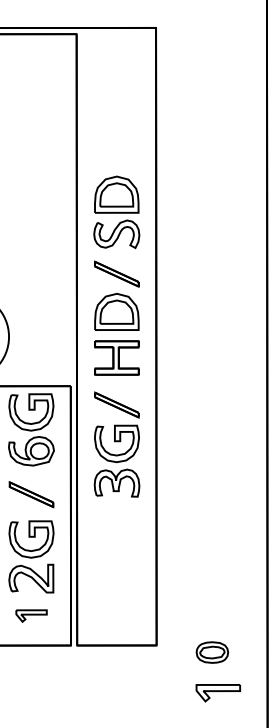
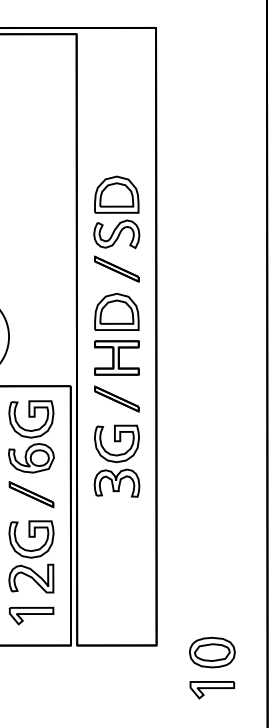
part at (116, 273) position: (116, 273) -> (116, 268)
part at (116, 404) position: (116, 404) -> (116, 398)
part at (31, 429) position: (31, 429) -> (31, 436)
part at (31, 615) size: 33x14 px -> 47x20 px
part at (212, 652) size: 35x23 px -> 47x33 px
part at (217, 693) position: (217, 693) -> (211, 690)
